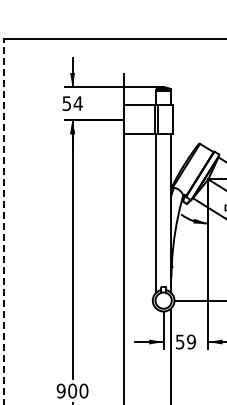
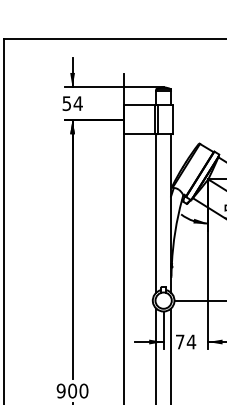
line at (3, 221): dashed -> solid
text at (186, 341): 59 -> 74
line at (156, 354): none -> present
